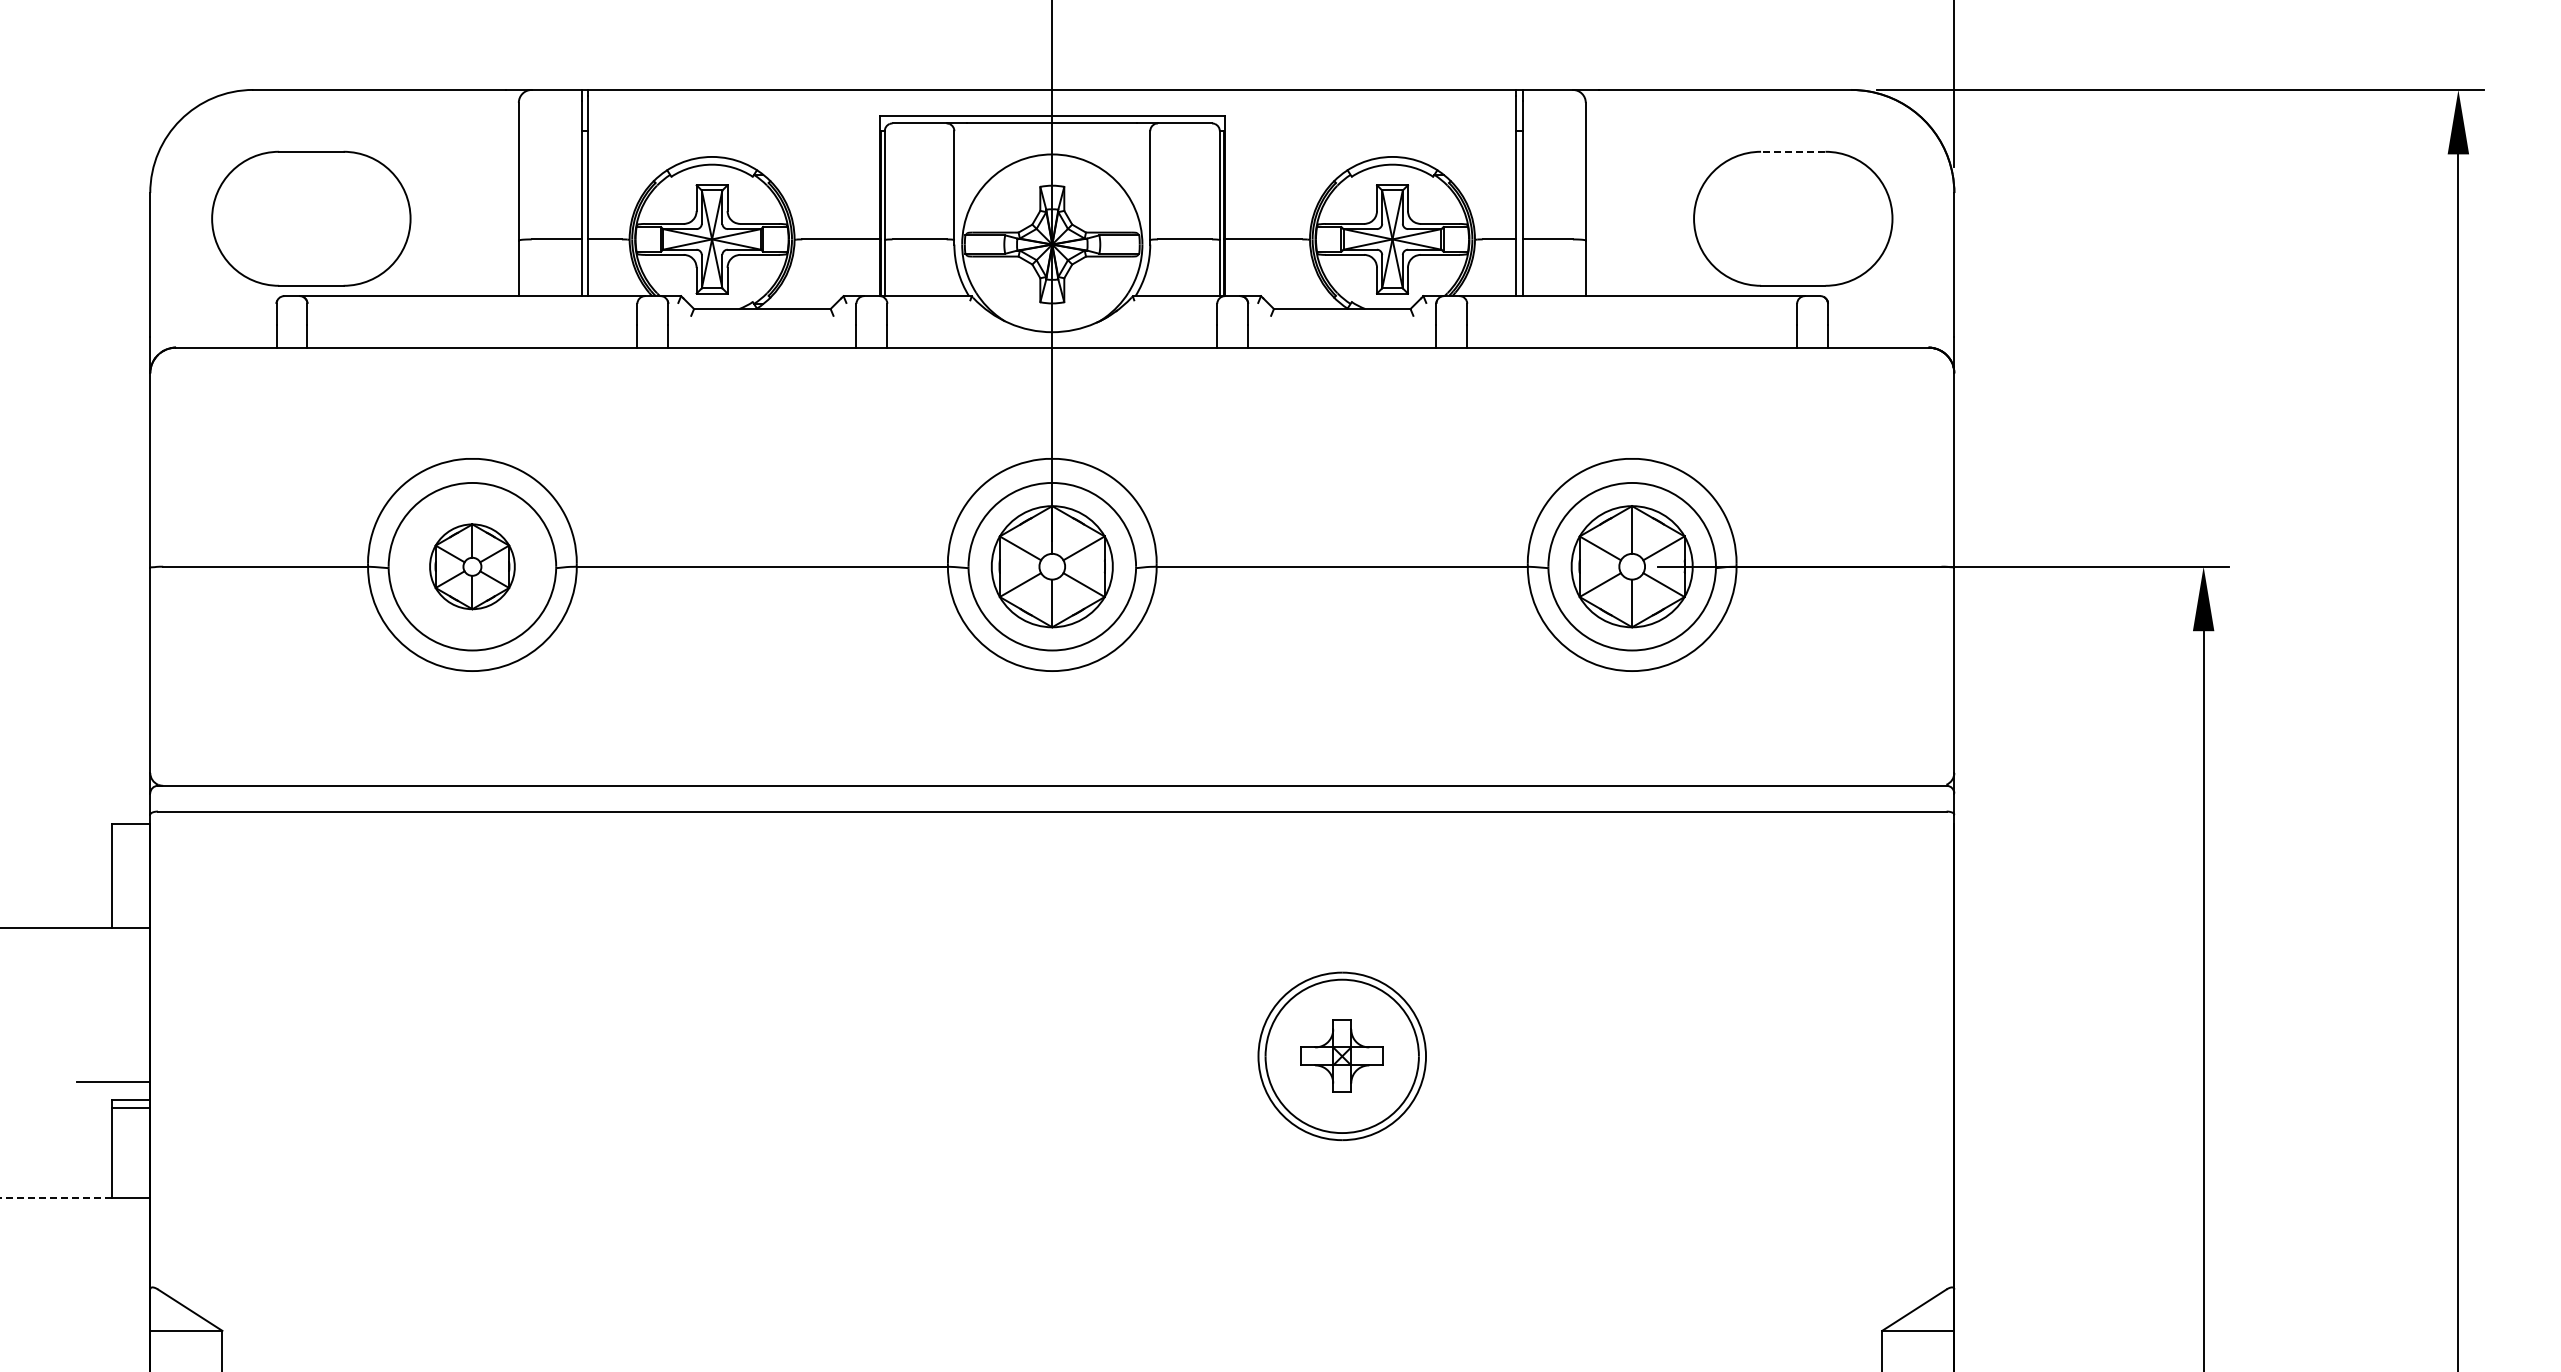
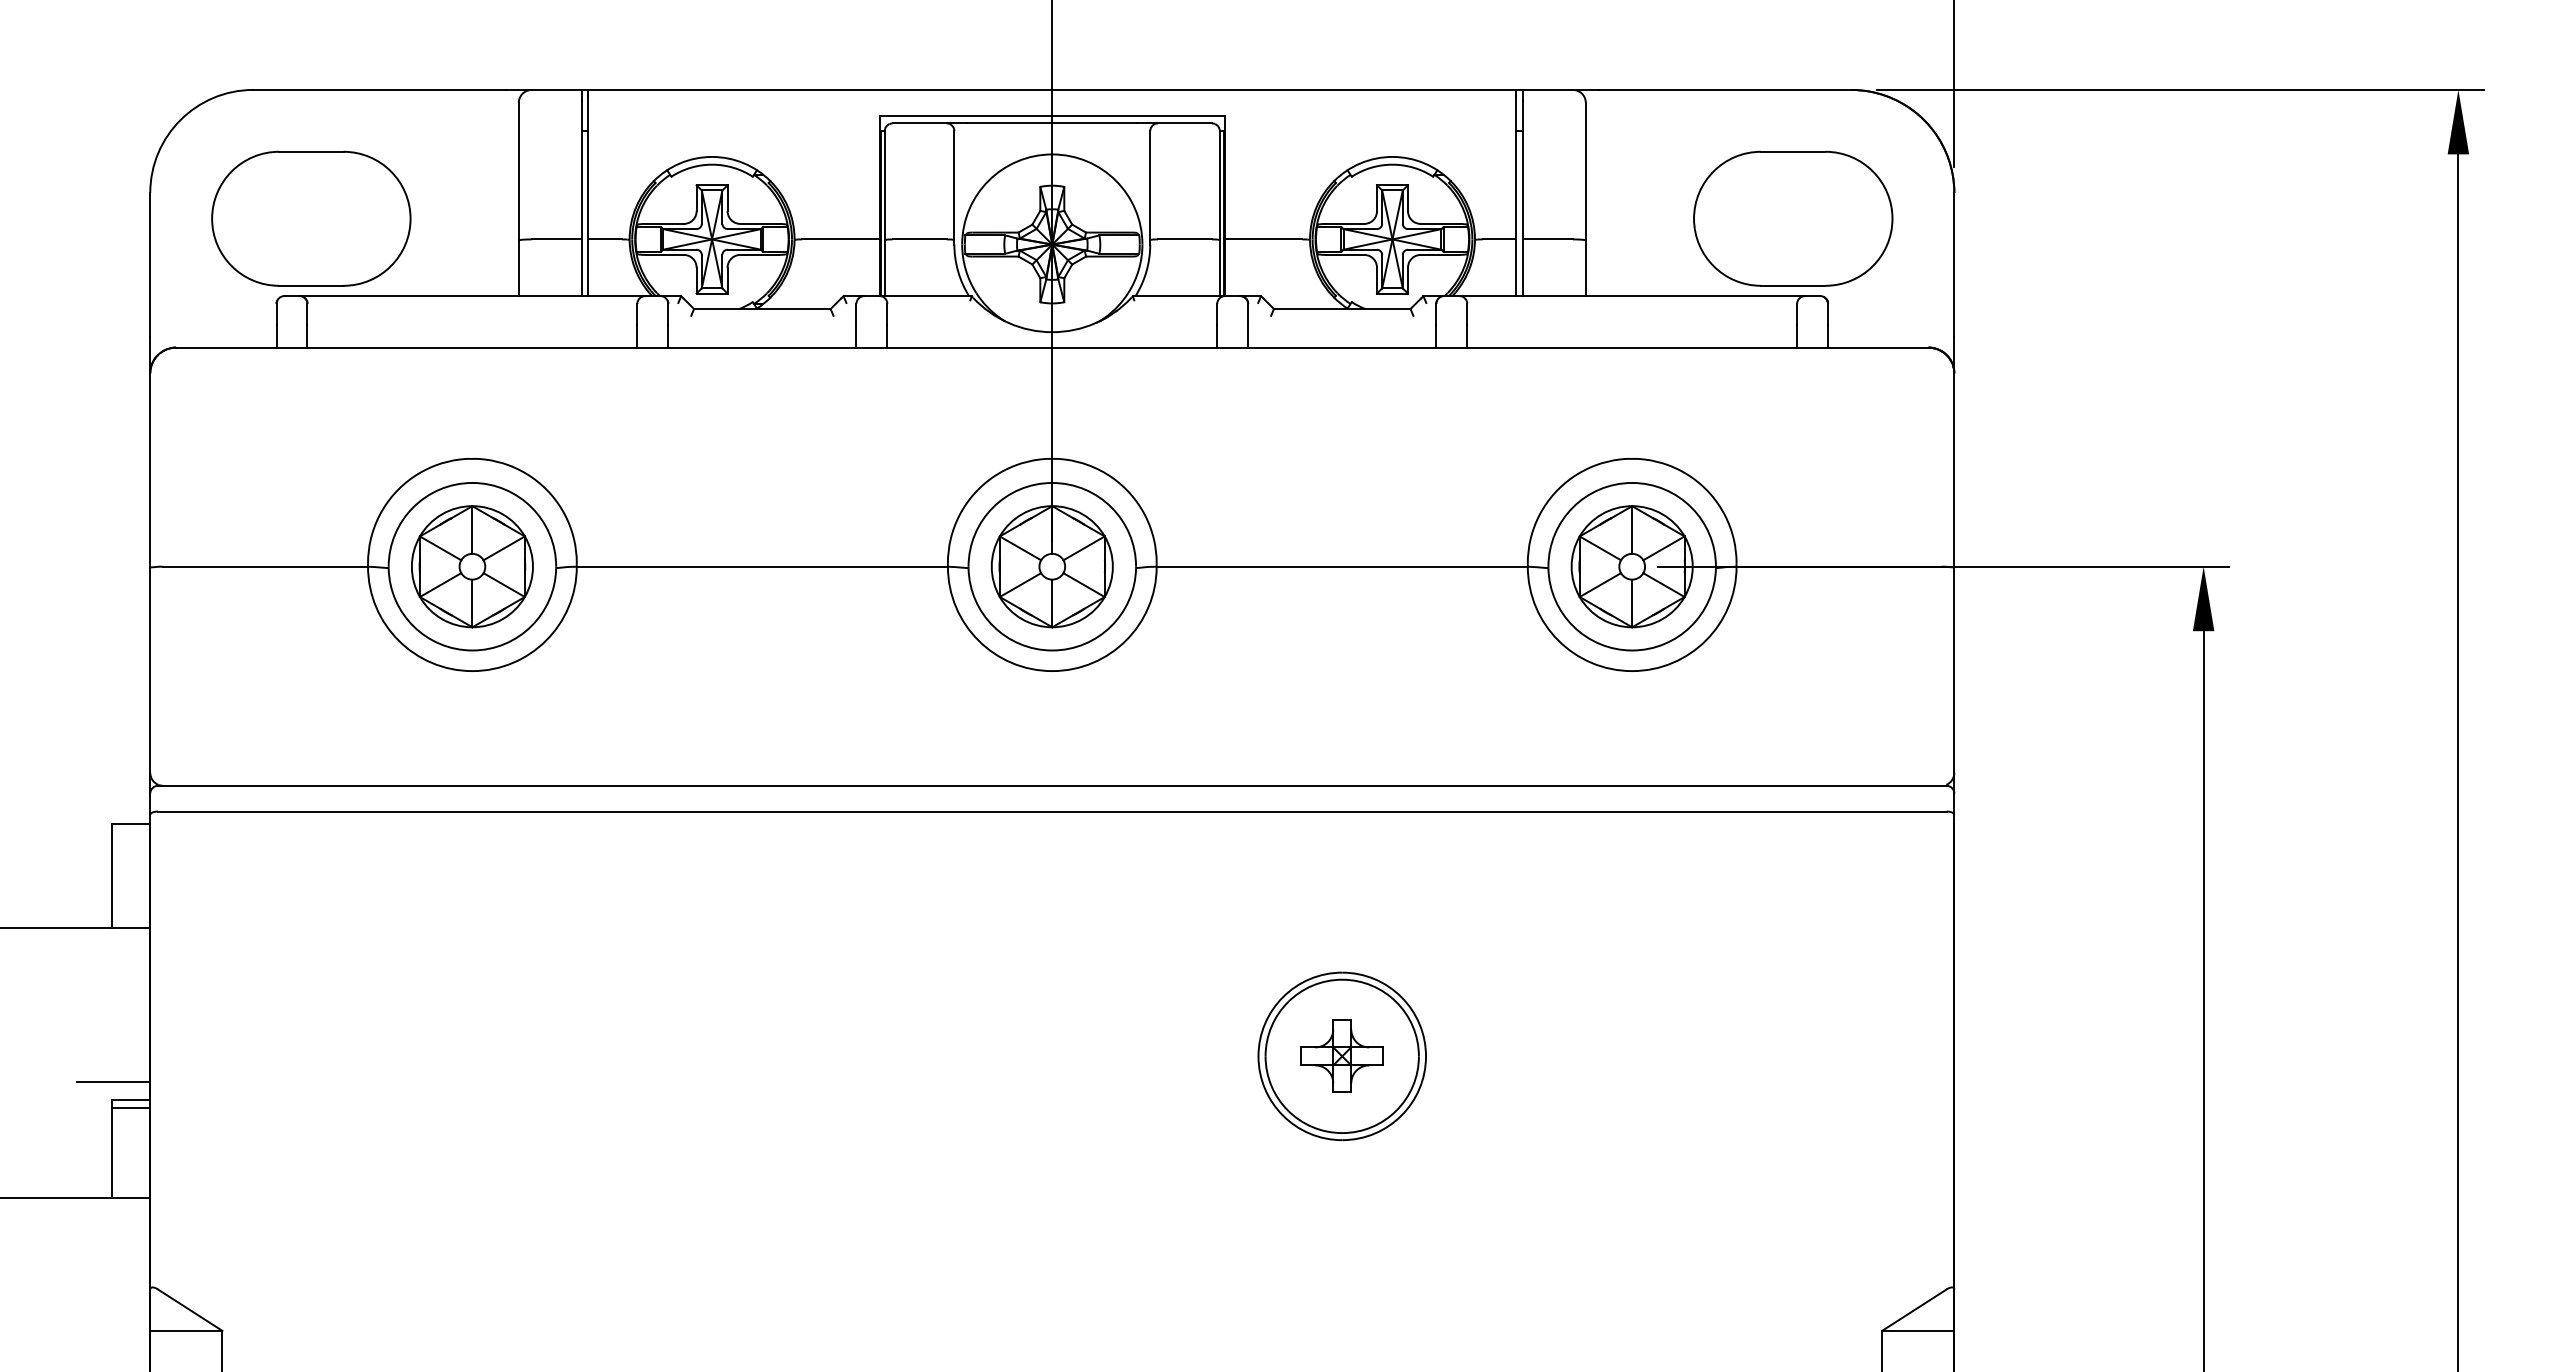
line at (1792, 151): dashed -> solid
part at (472, 566) size: 87x88 px -> 123x124 px
line at (55, 1198): dashed -> solid
